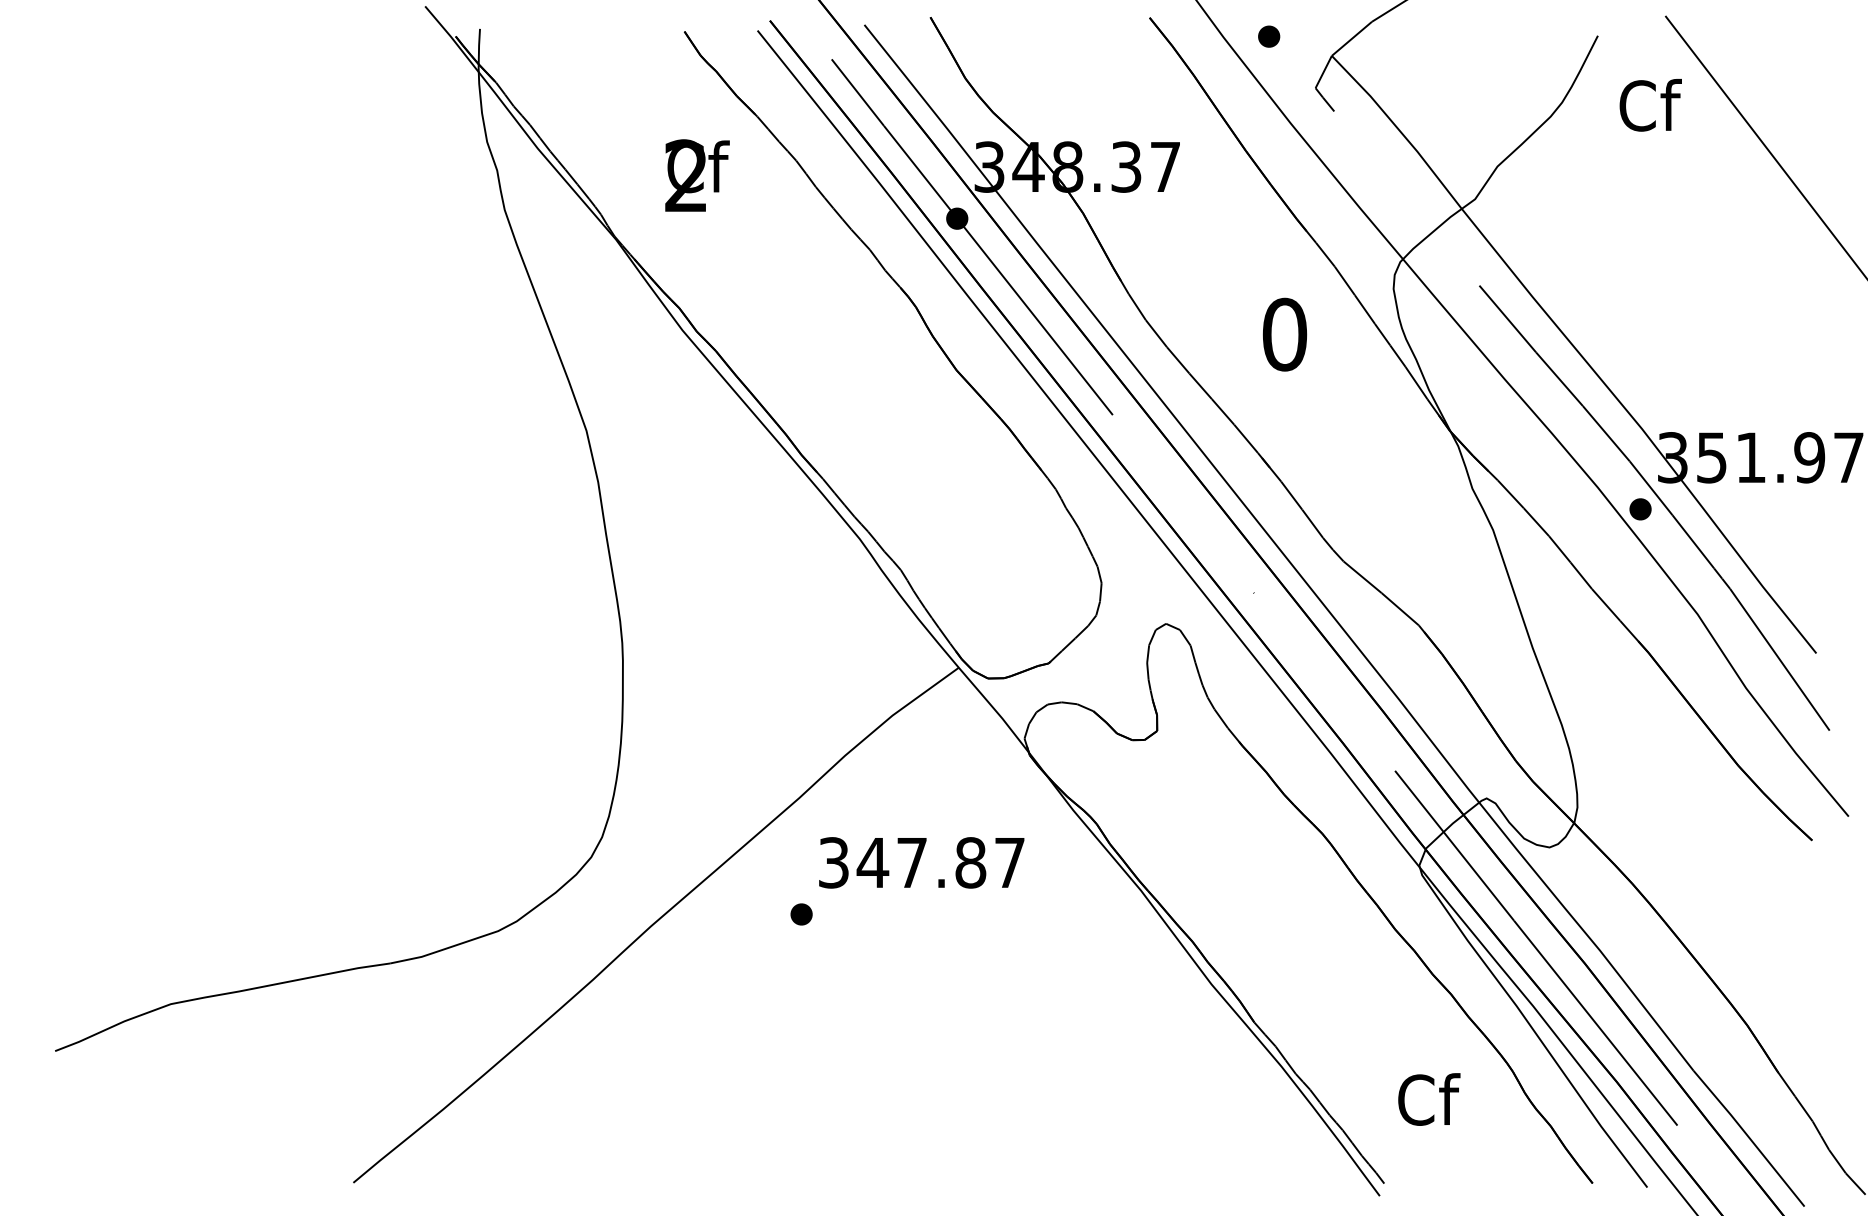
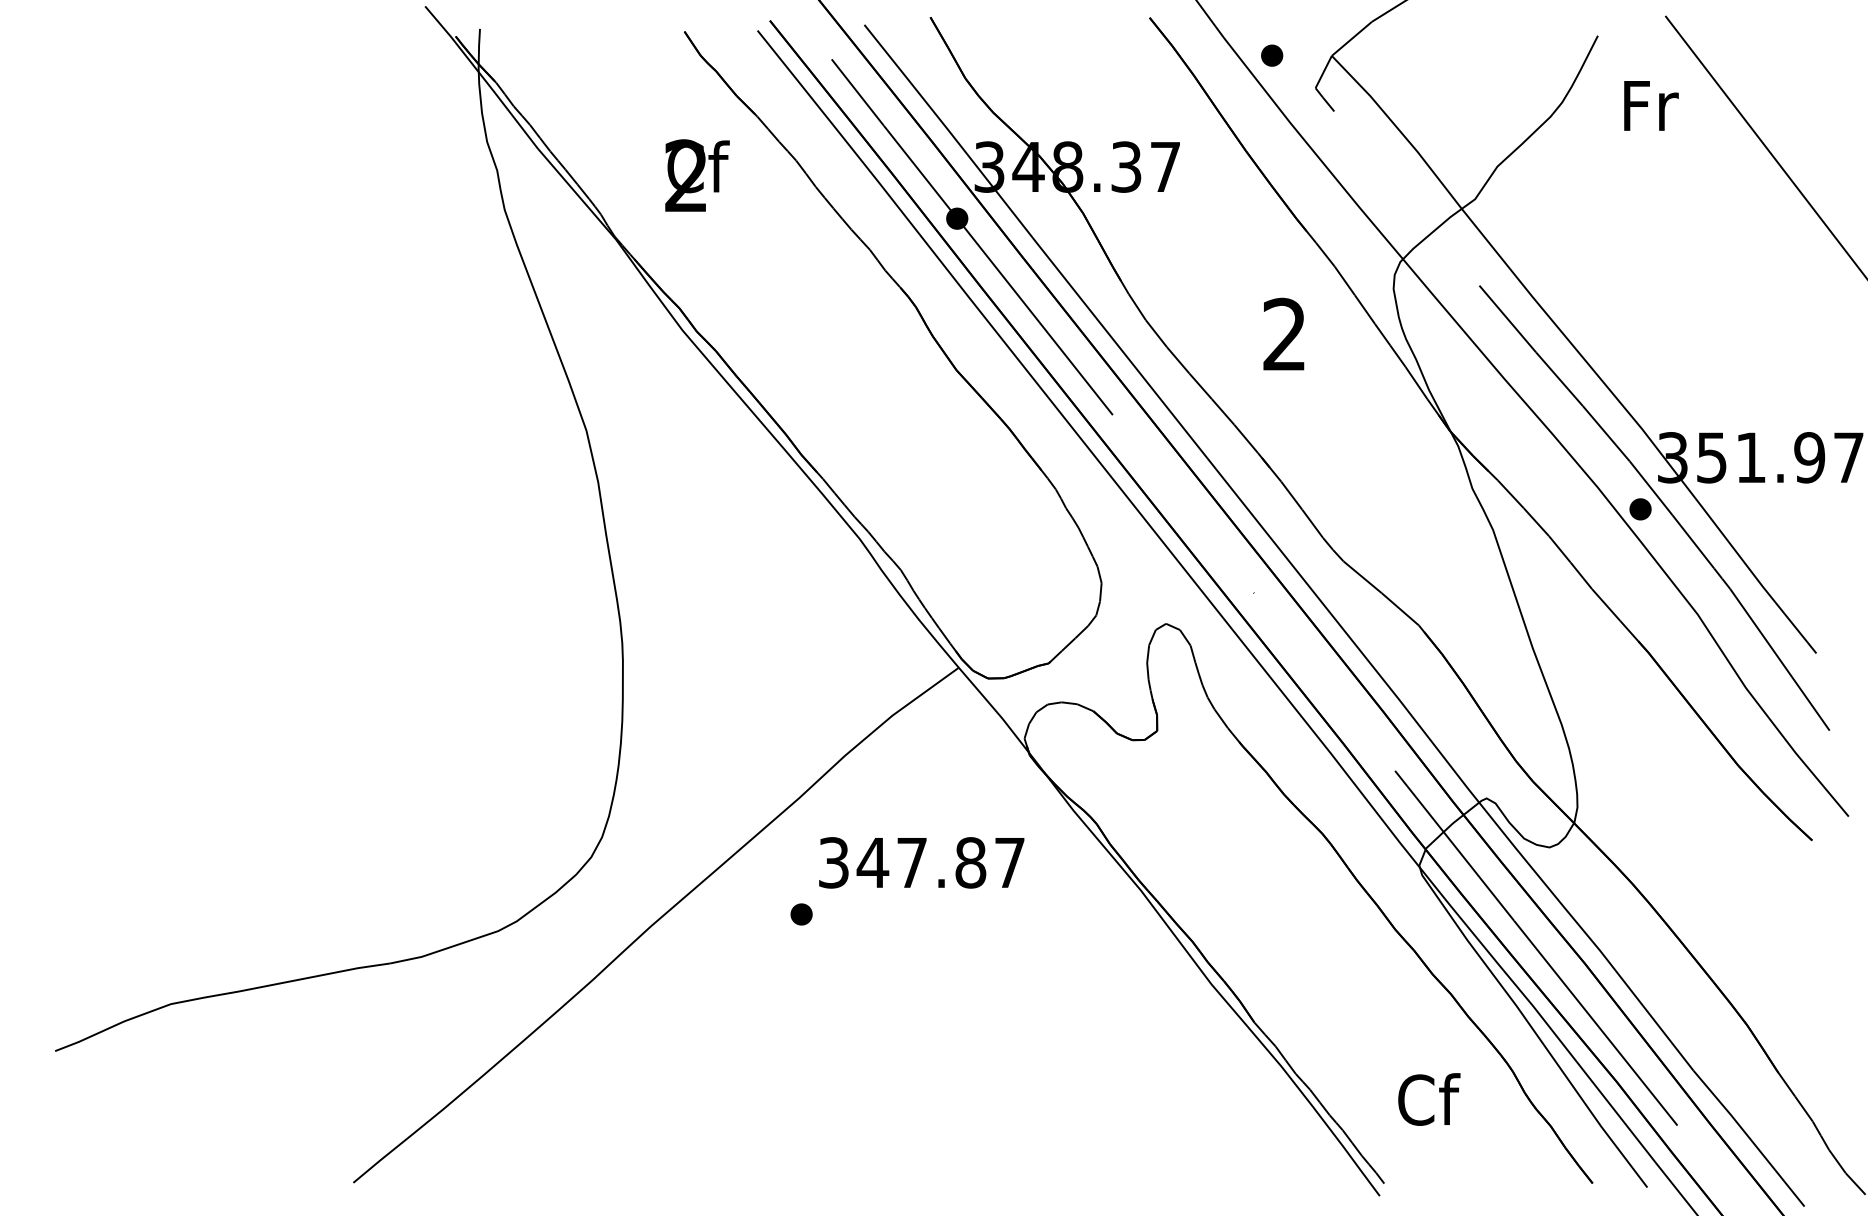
part at (1269, 36) position: (1269, 36) -> (1272, 55)
text at (1650, 104): Cf -> Fr
text at (1284, 334): 0 -> 2
